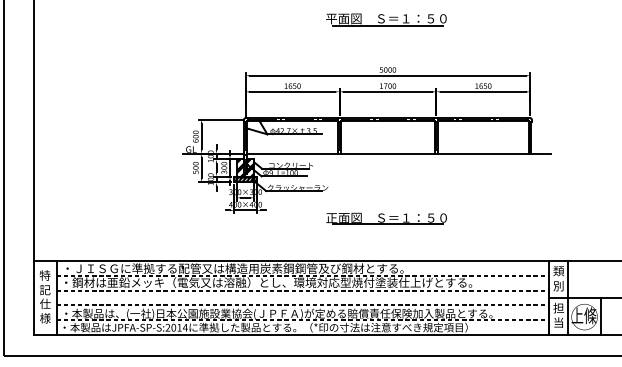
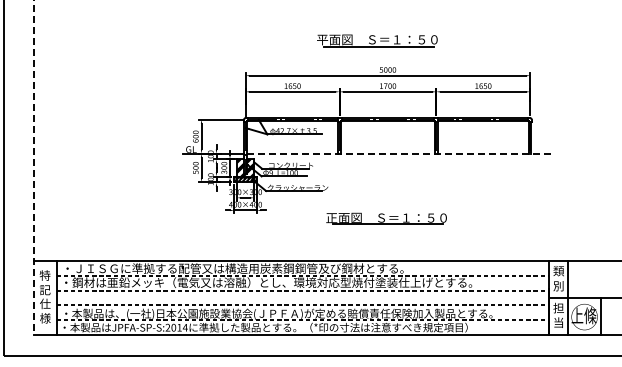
part at (386, 19) position: (386, 19) -> (377, 40)
line at (398, 153): solid -> dashed
line at (33, 168): solid -> dashed
